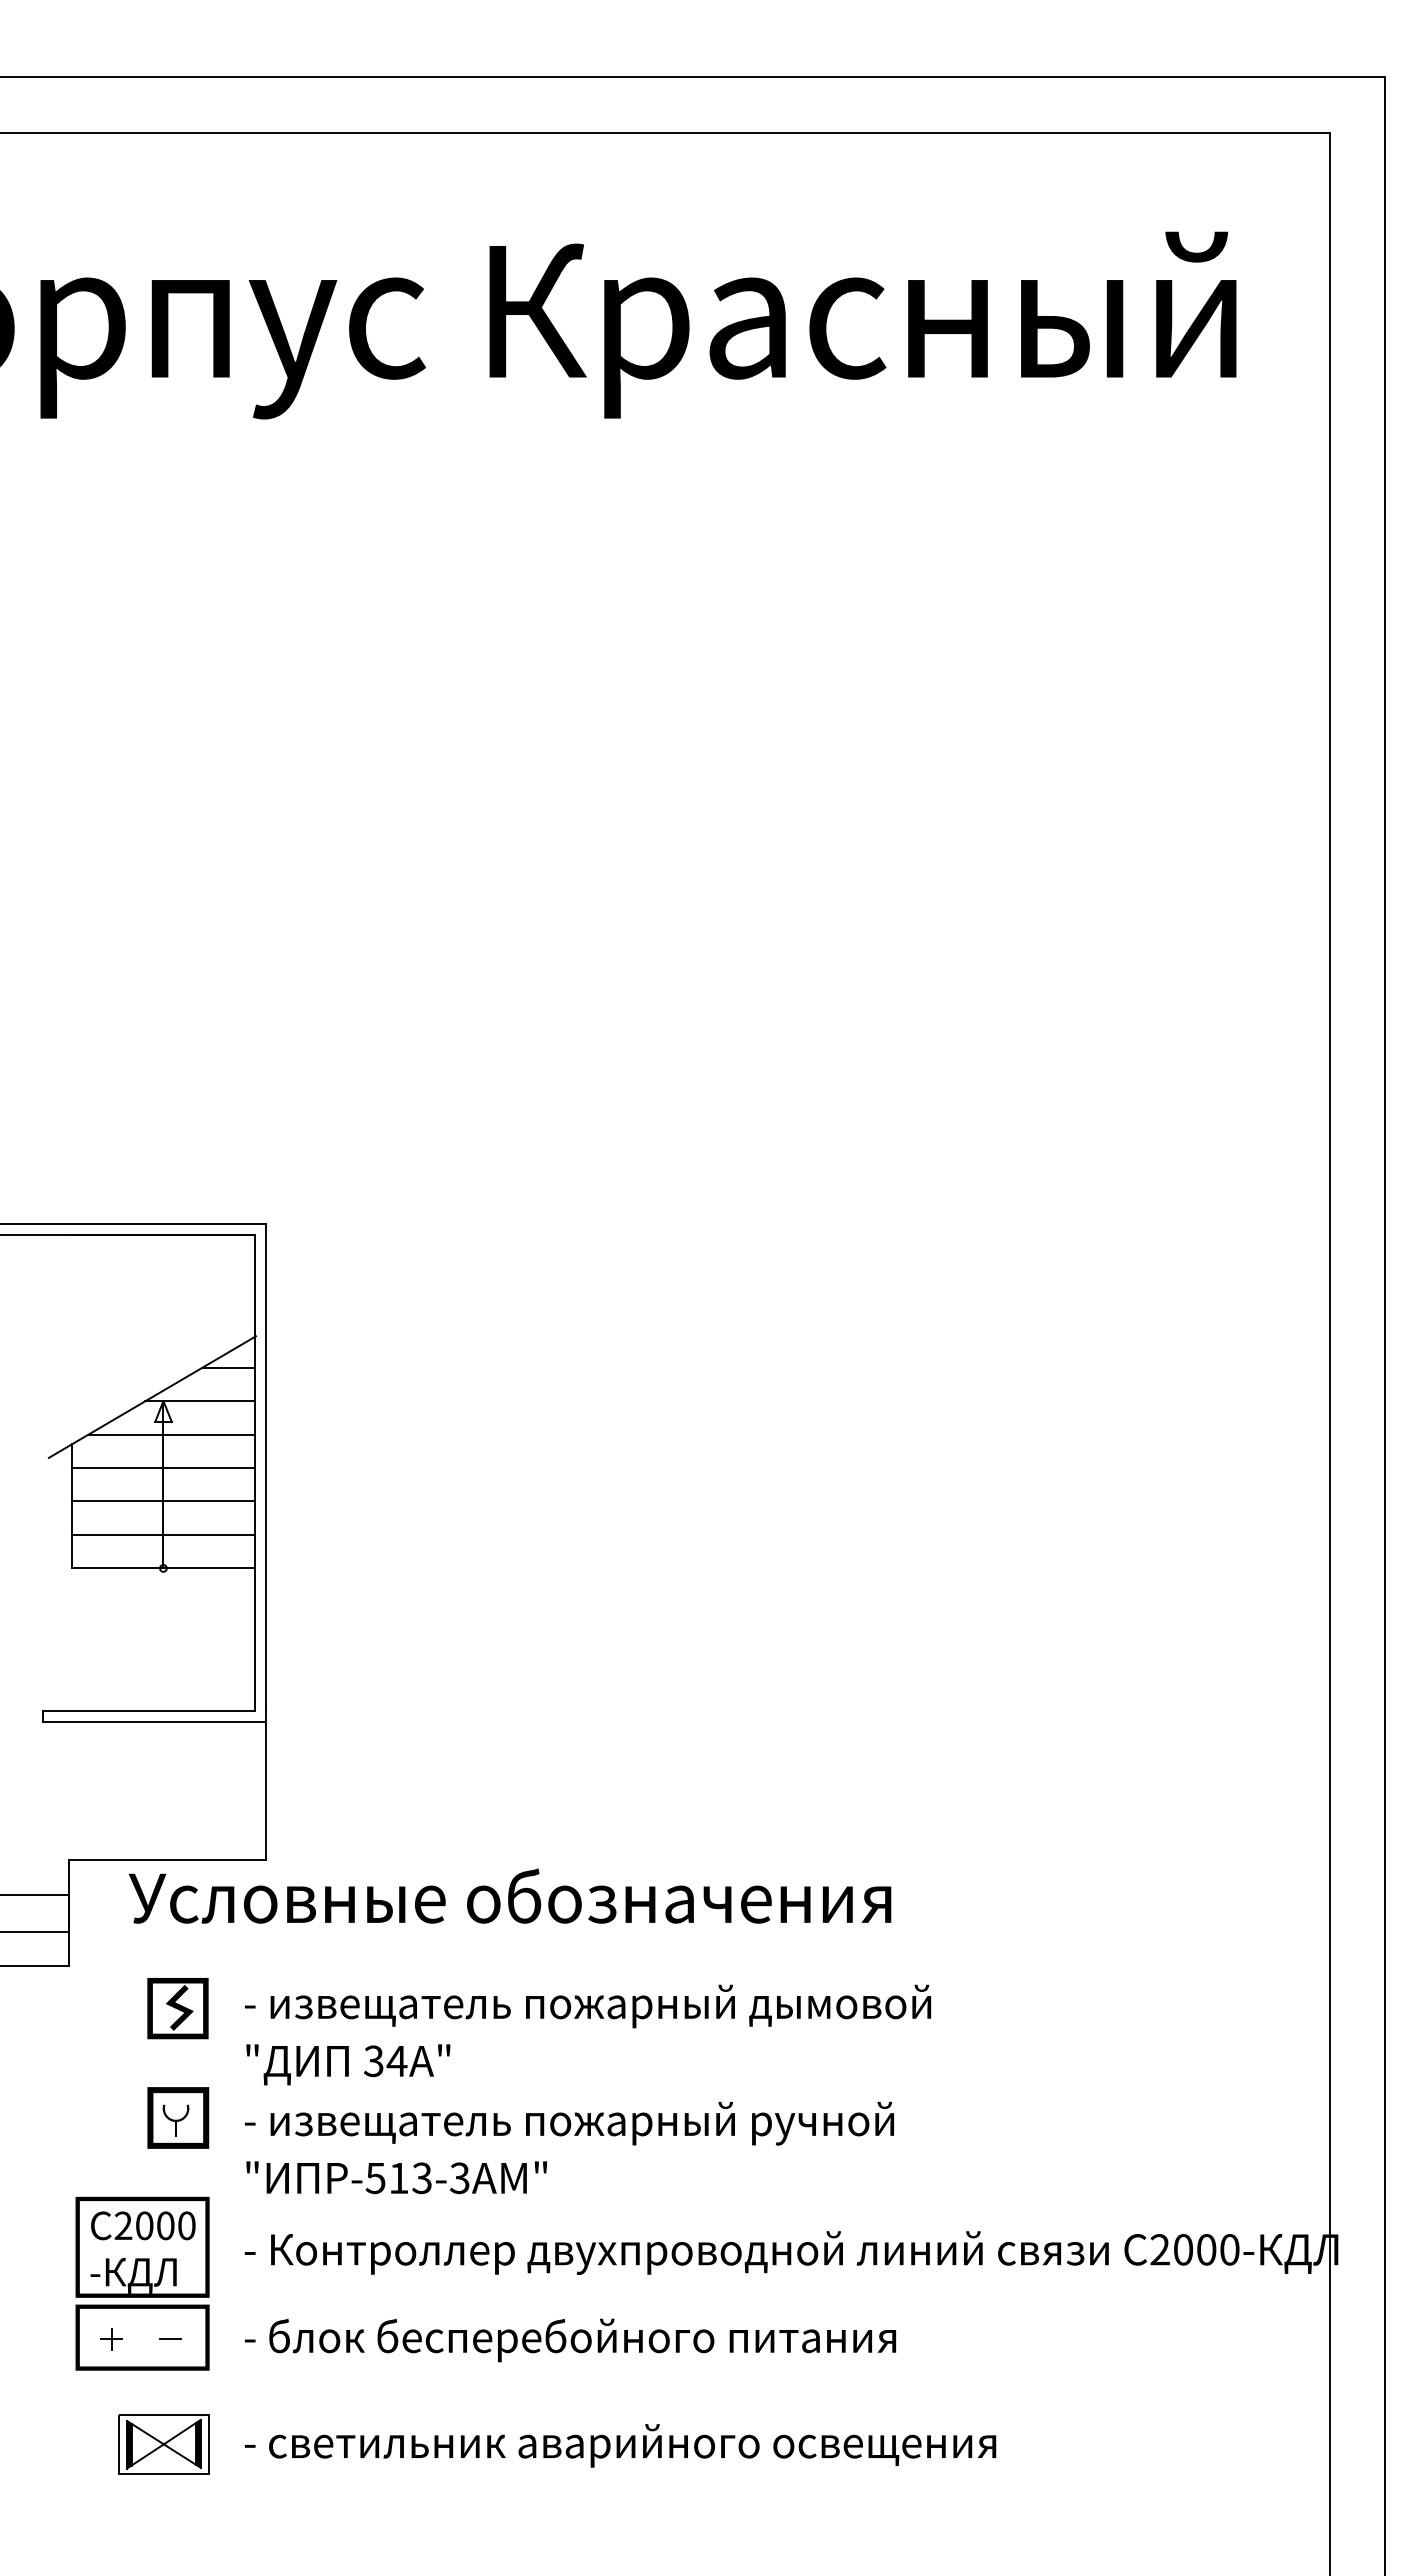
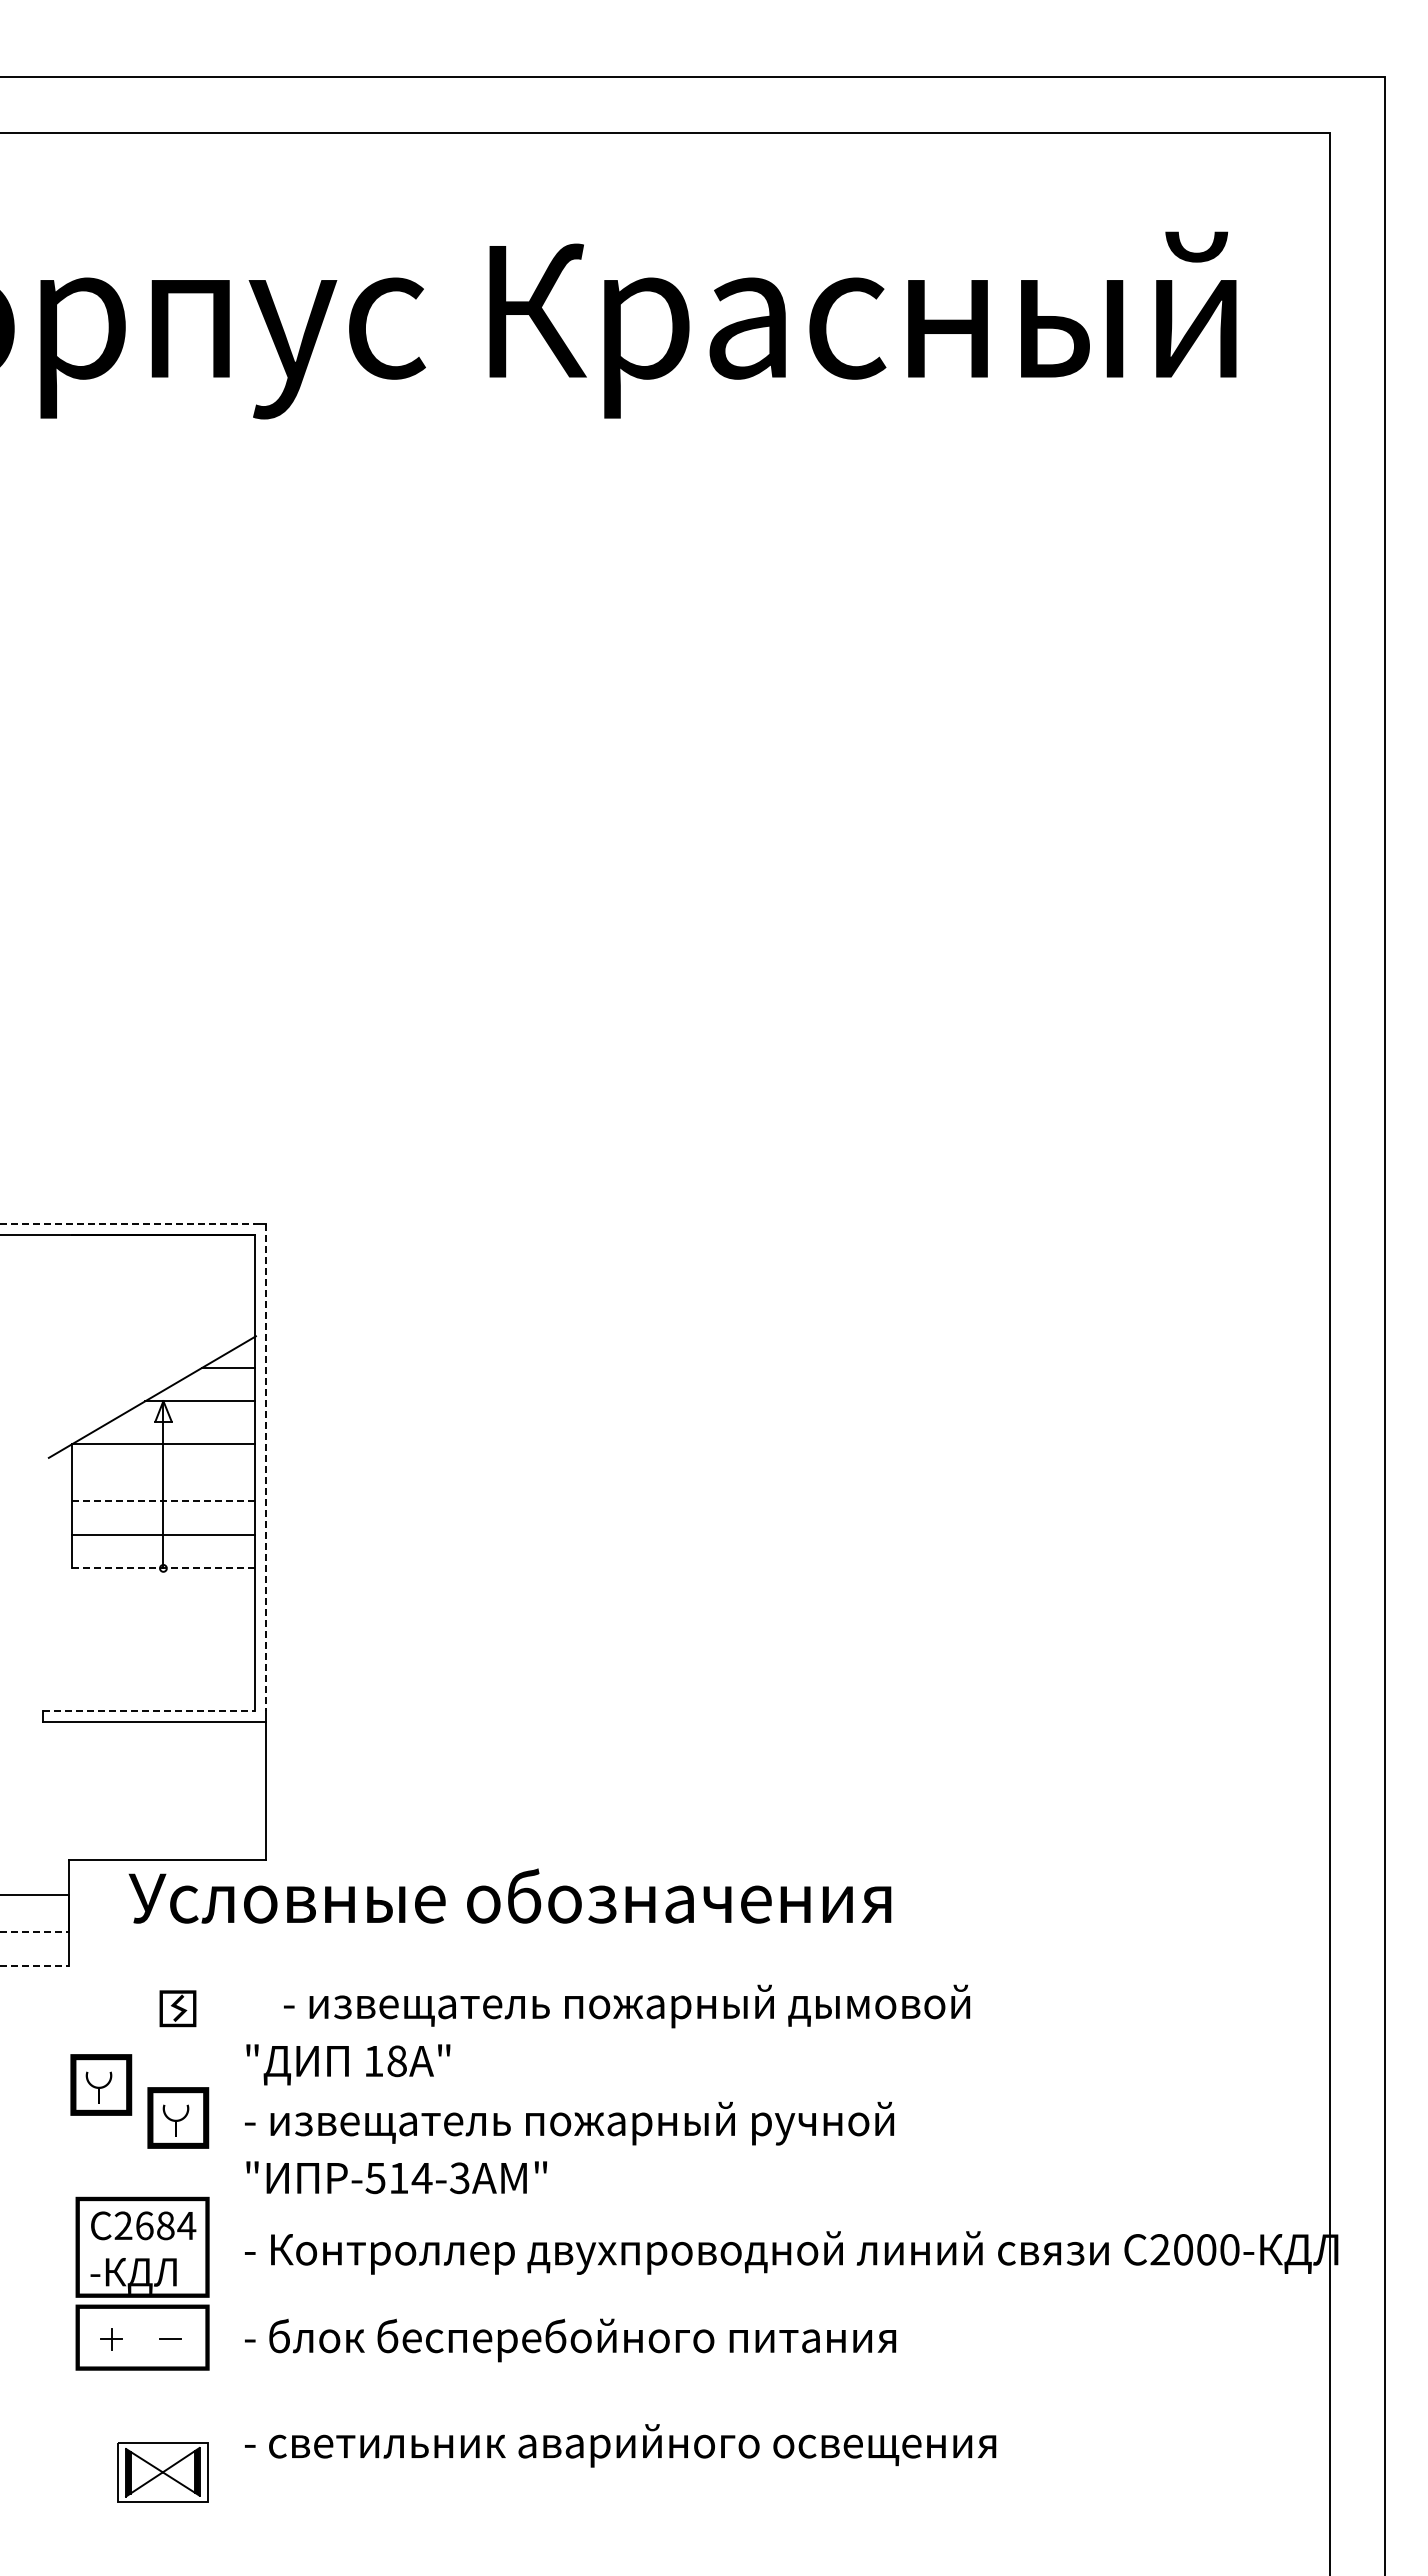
line at (127, 1223): solid -> dashed
line at (171, 1434): present -> none
line at (265, 1467): solid -> dashed
line at (163, 1468) position: (163, 1468) -> (163, 1444)
line at (162, 1501): solid -> dashed
line at (163, 1568): solid -> dashed
line at (148, 1711): solid -> dashed
line at (34, 1932): solid -> dashed
line at (34, 1965): solid -> dashed
text at (588, 2006) position: (588, 2006) -> (627, 2006)
part at (177, 2008) size: 62x62 px -> 38x38 px
text at (385, 2061): 34 -> 18
part at (101, 2084): none -> present
text at (421, 2178): -513-3 -> -514-3
text at (166, 2225): 2000 -> 2684
part at (163, 2444) position: (163, 2444) -> (162, 2472)
